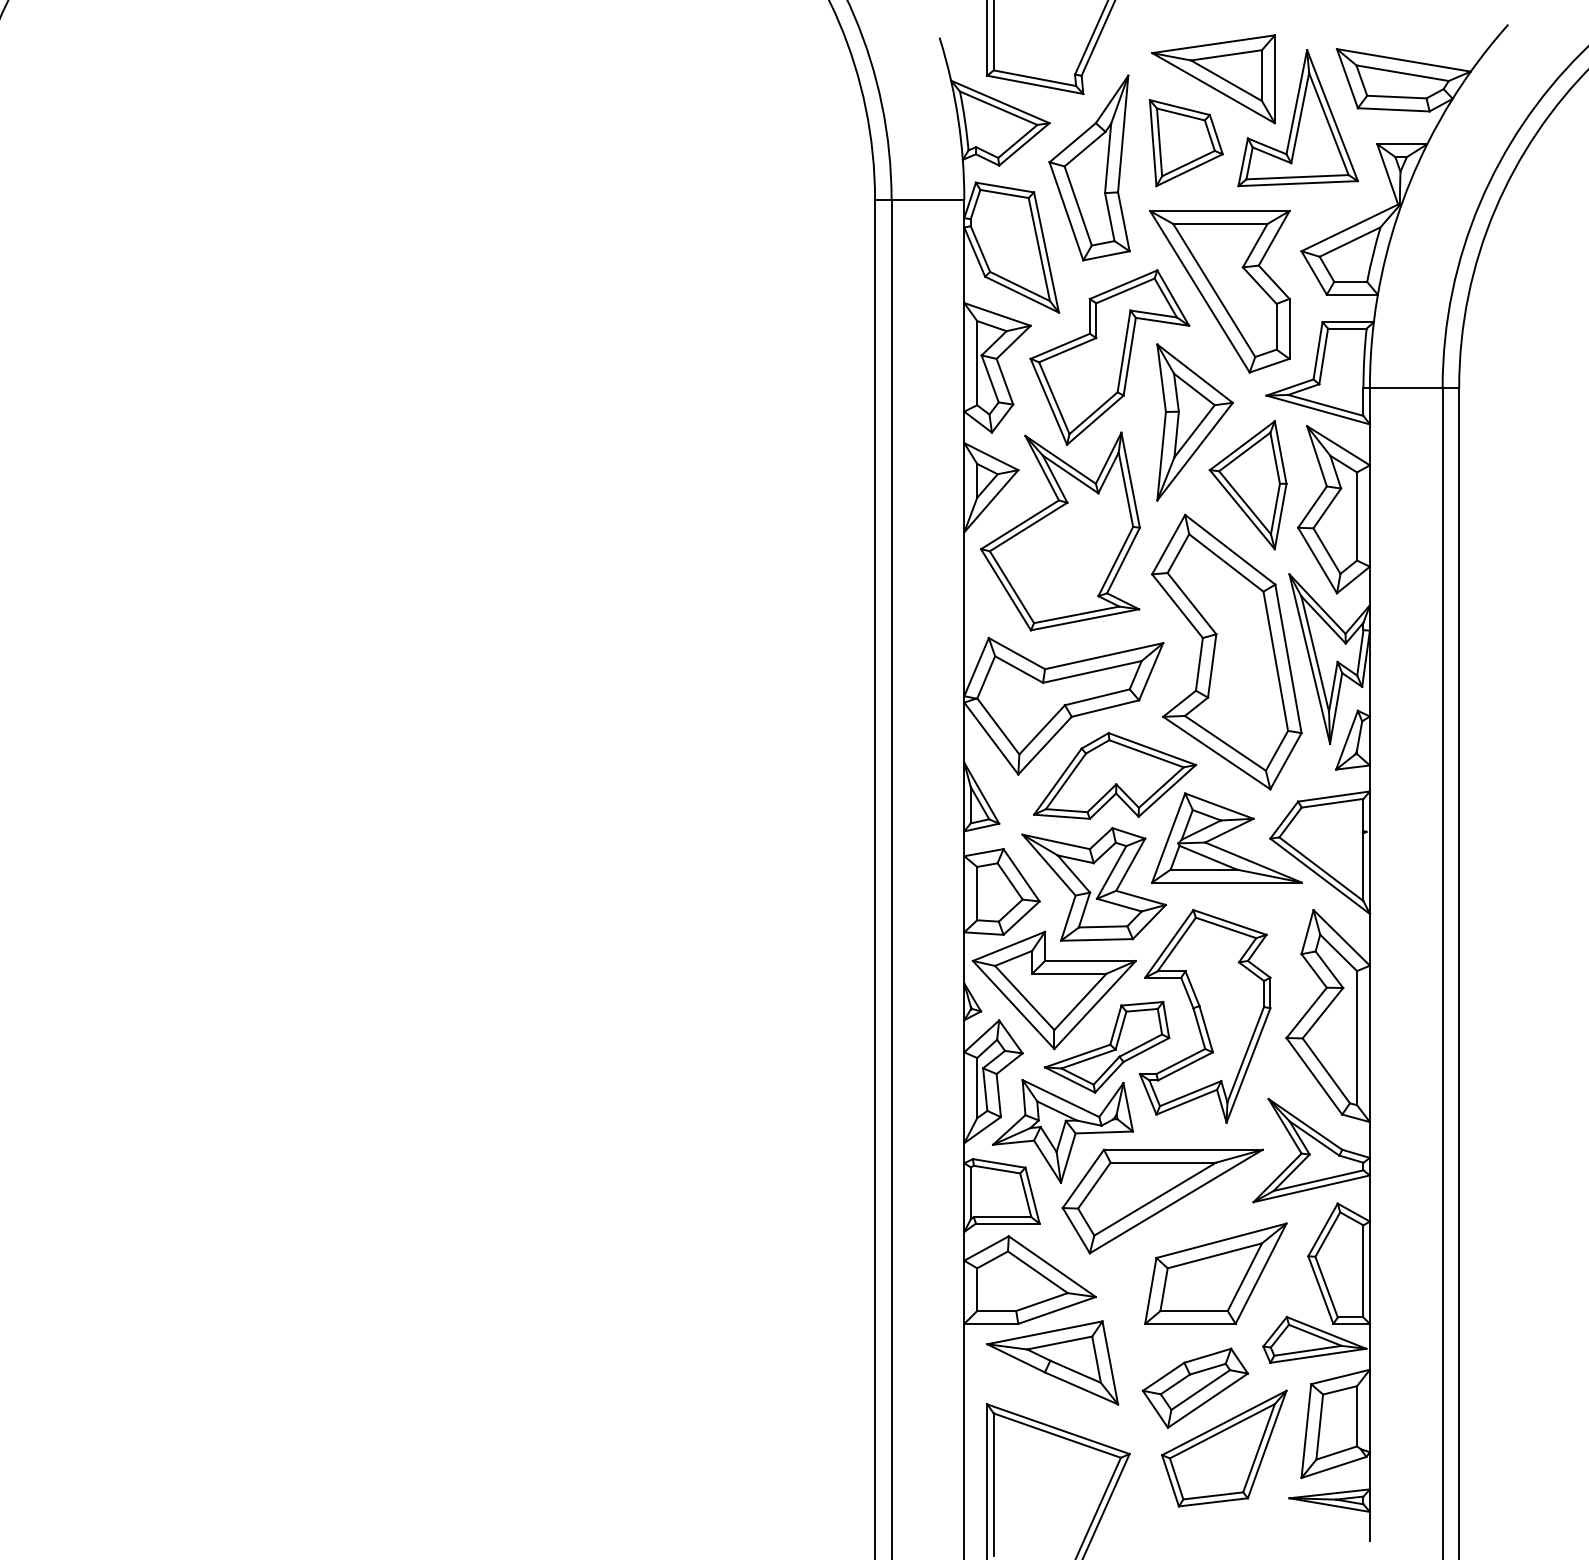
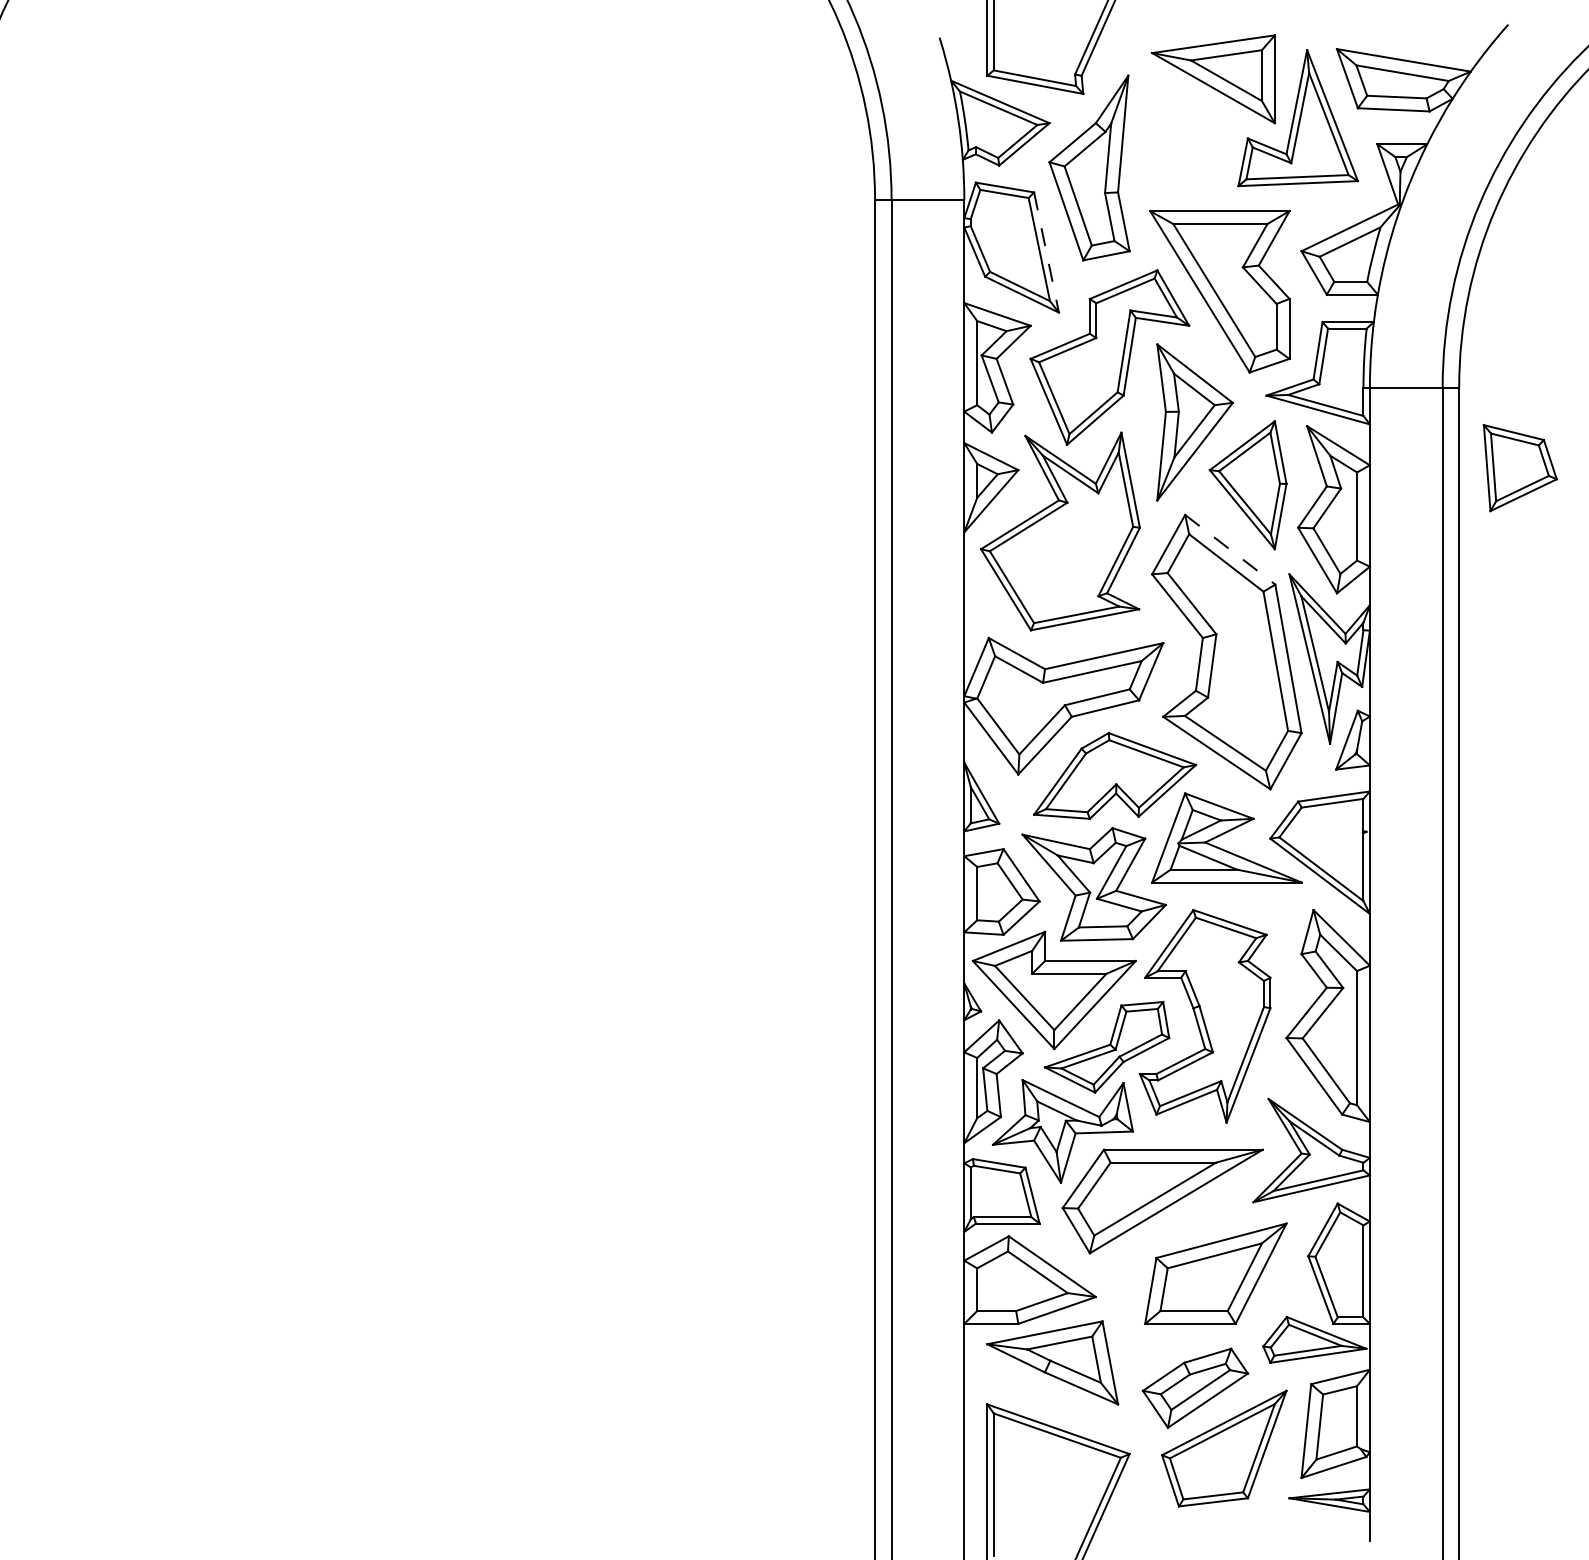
part at (1185, 143) position: (1185, 143) -> (1519, 468)
line at (1046, 253): solid -> dashed
line at (1230, 549): solid -> dashed
